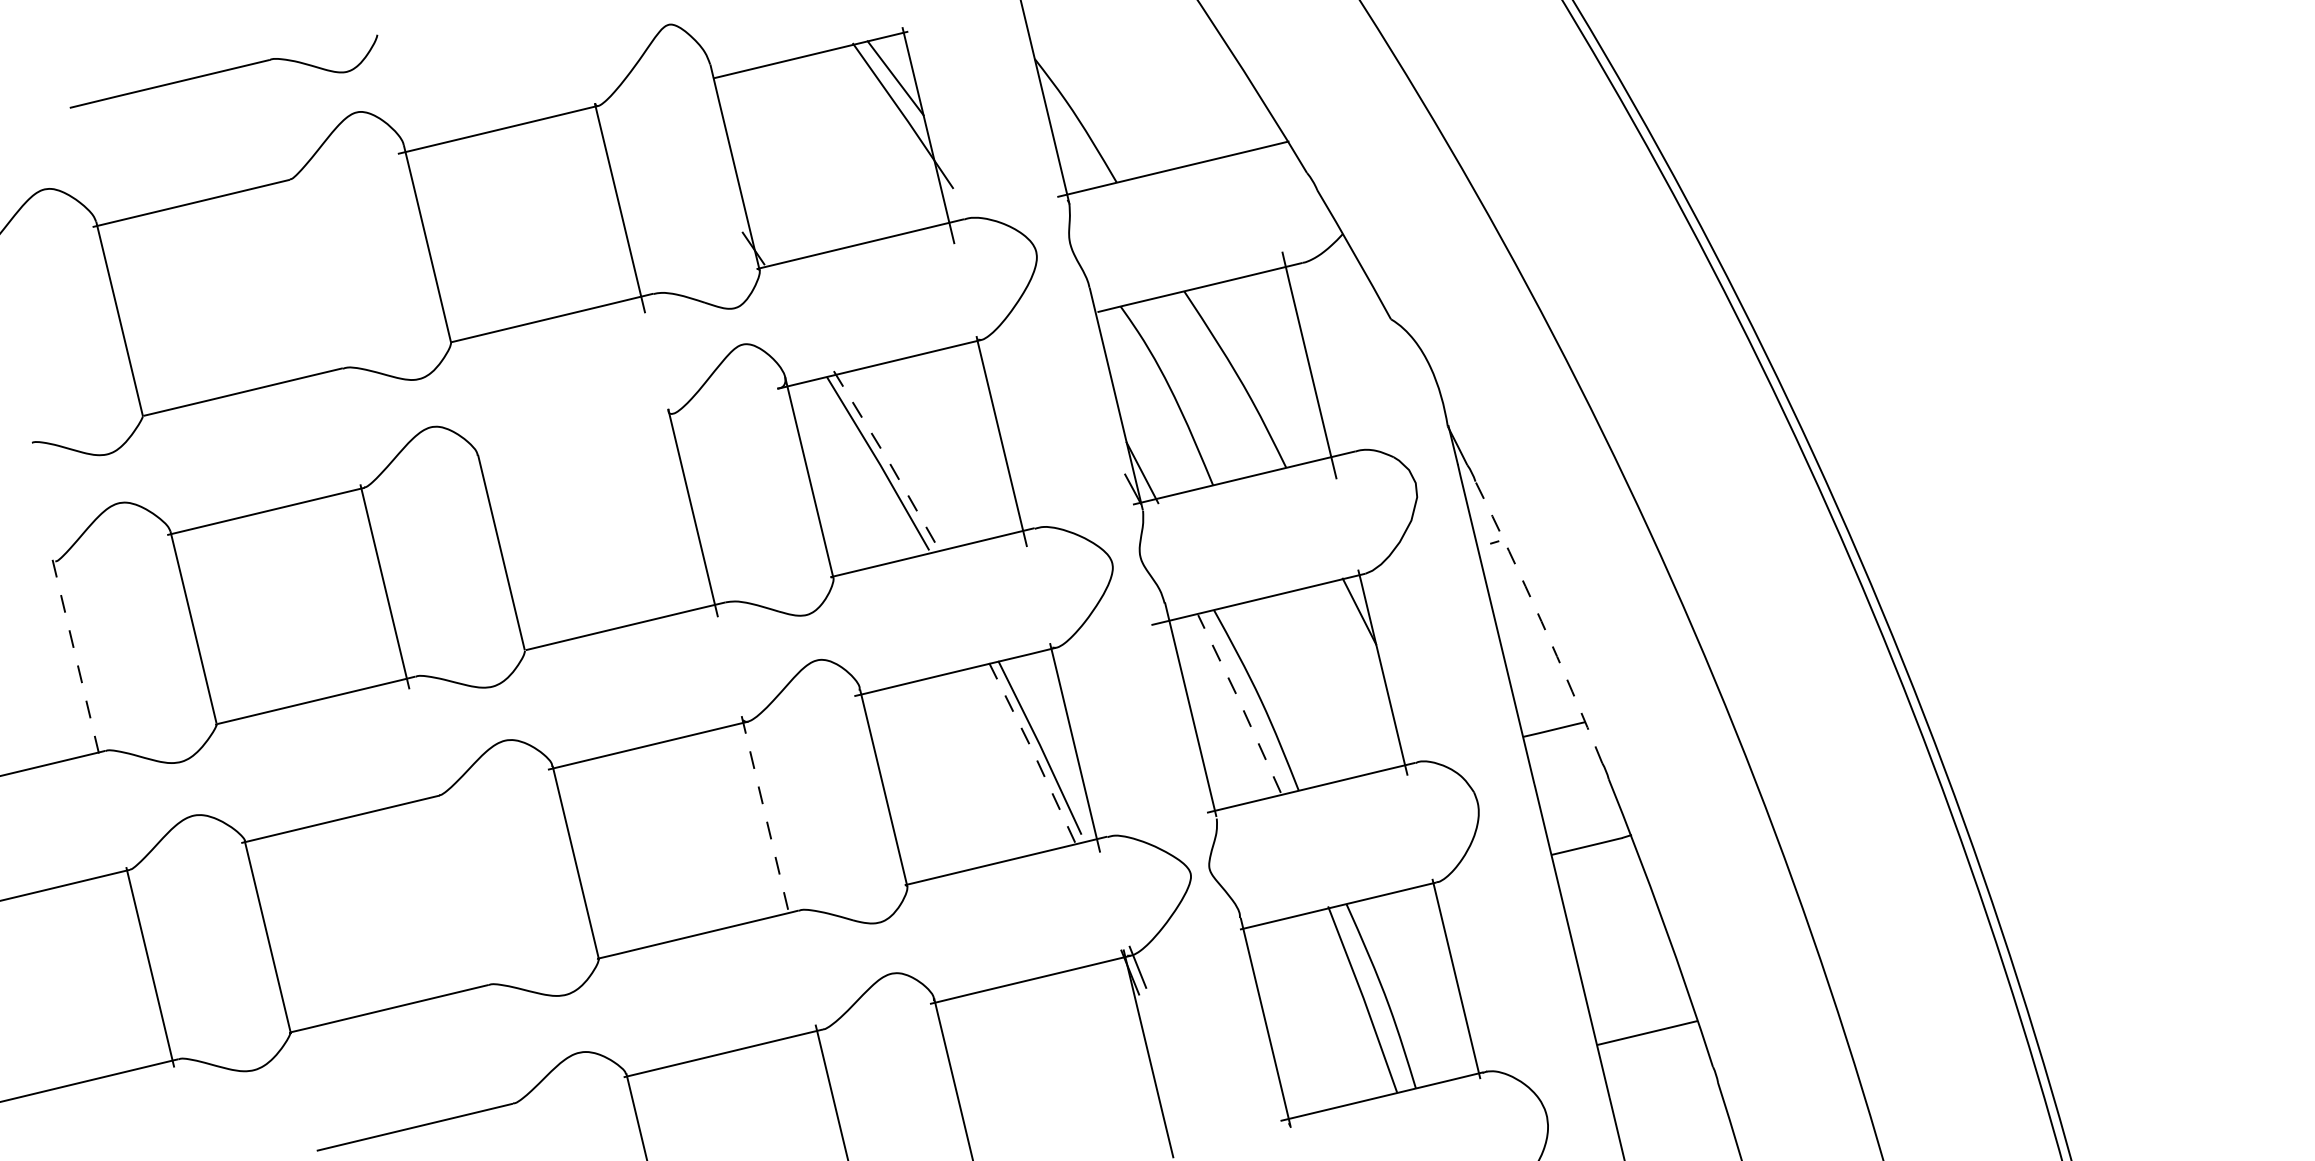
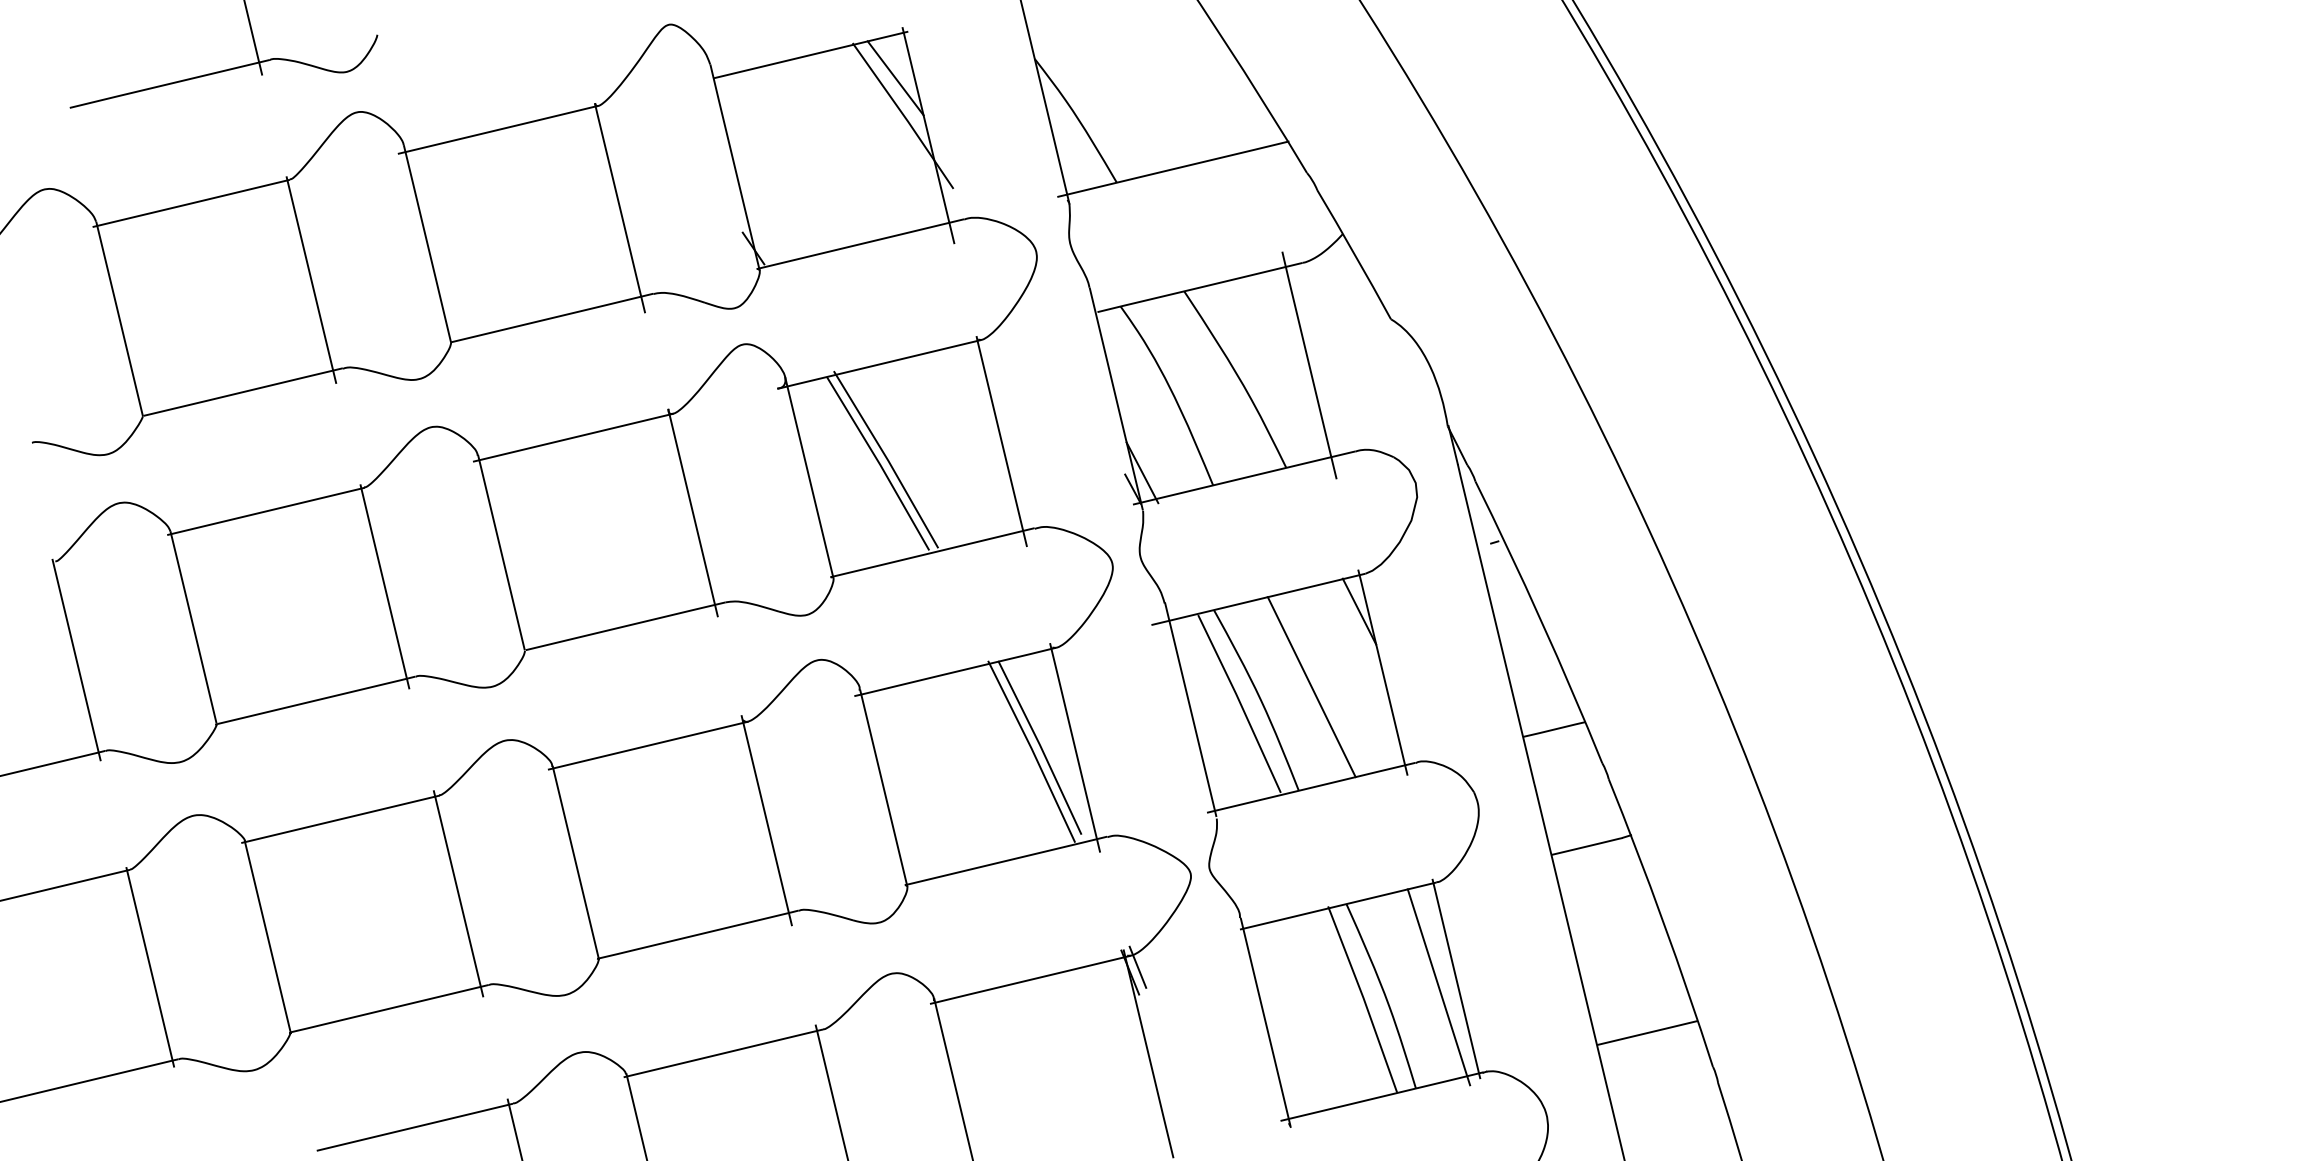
line at (253, 38): none -> present
line at (311, 279): none -> present
line at (572, 437): none -> present
line at (887, 459): dashed -> solid
arc at (1541, 621): dashed -> solid
line at (76, 660): dashed -> solid
line at (1311, 687): none -> present
line at (1240, 703): dashed -> solid
line at (1032, 750): dashed -> solid
line at (766, 820): dashed -> solid
line at (458, 893): none -> present
line at (1438, 987): none -> present
line at (514, 1128): none -> present
